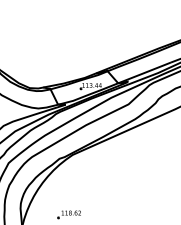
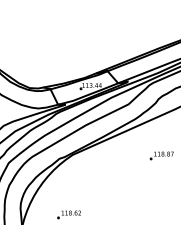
part at (161, 155): none -> present
